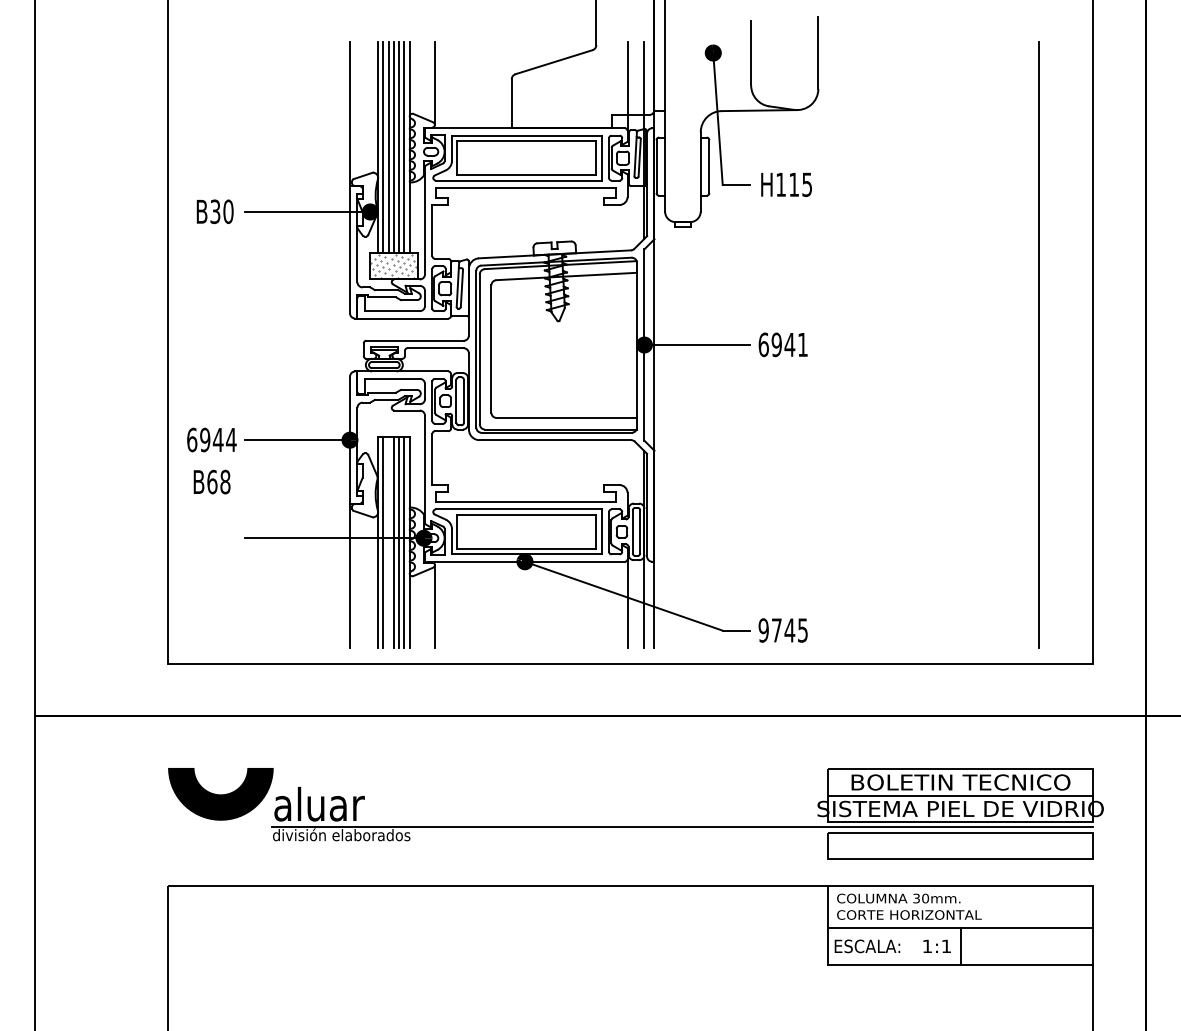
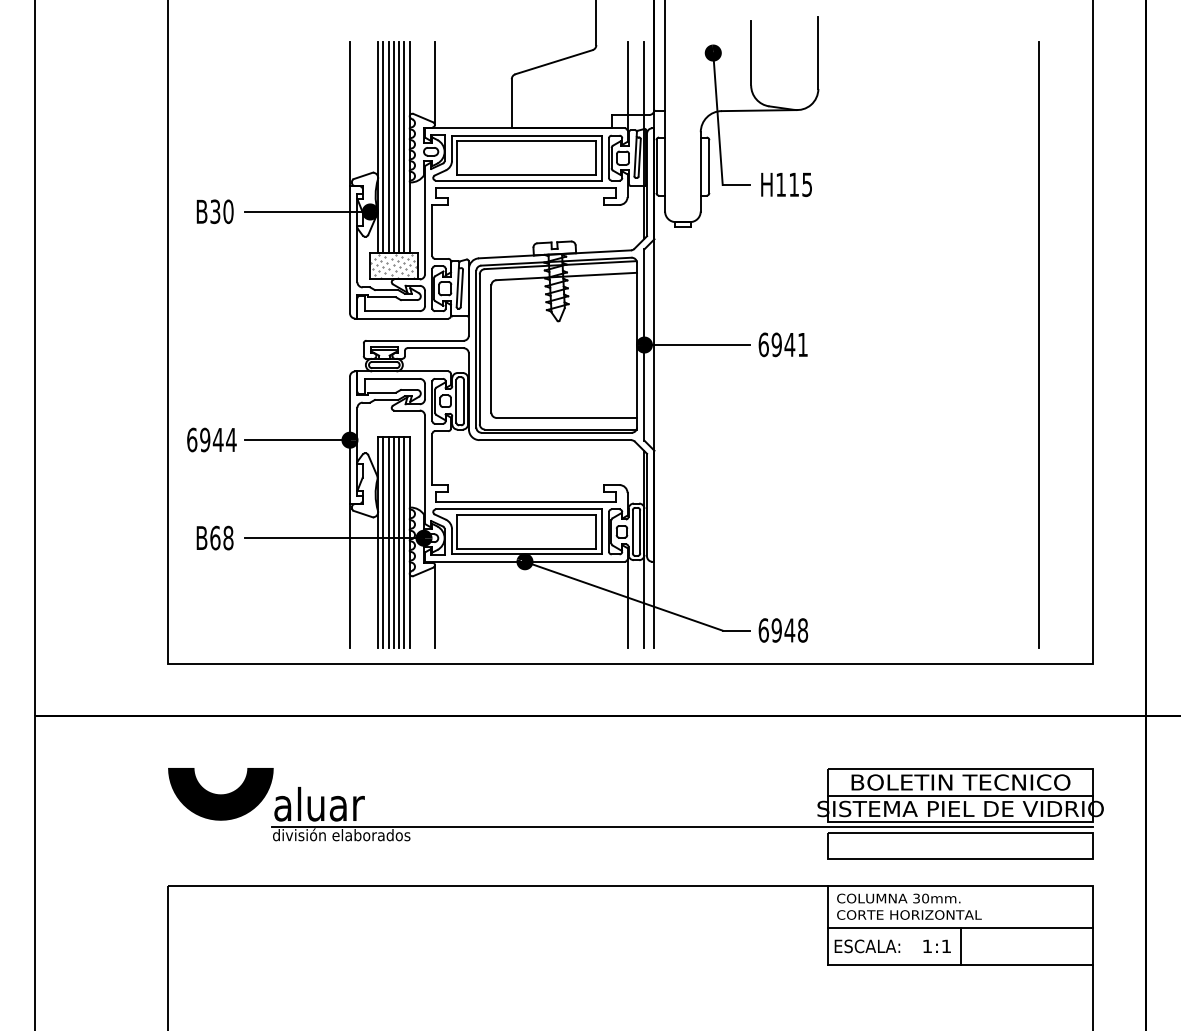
text at (211, 481) position: (211, 481) -> (214, 537)
line at (388, 542): none -> present
text at (783, 630): 9745 -> 6948
